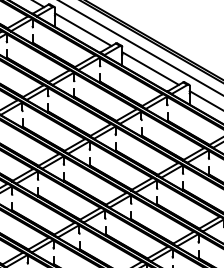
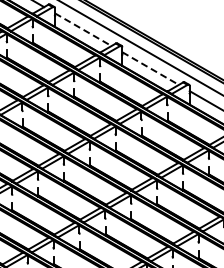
line at (83, 29): solid -> dashed
line at (150, 68): solid -> dashed
